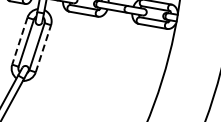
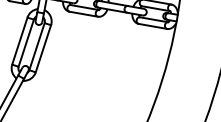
line at (19, 41): dashed -> solid
line at (43, 48): dashed -> solid
